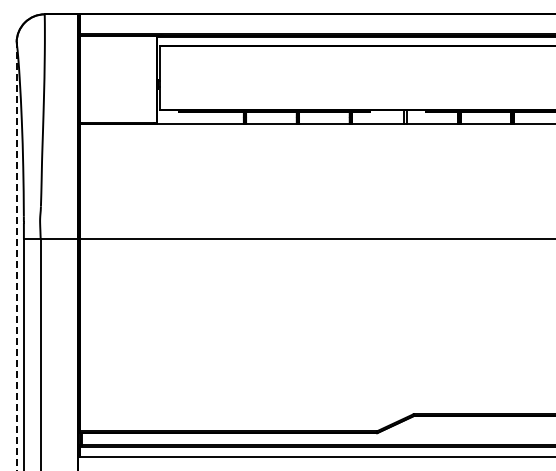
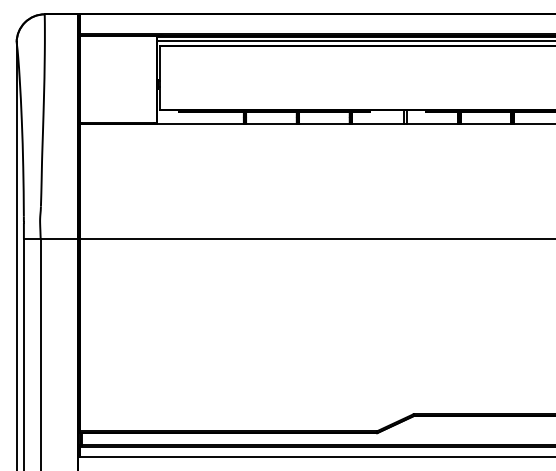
line at (354, 41): none -> present
line at (16, 256): dashed -> solid
